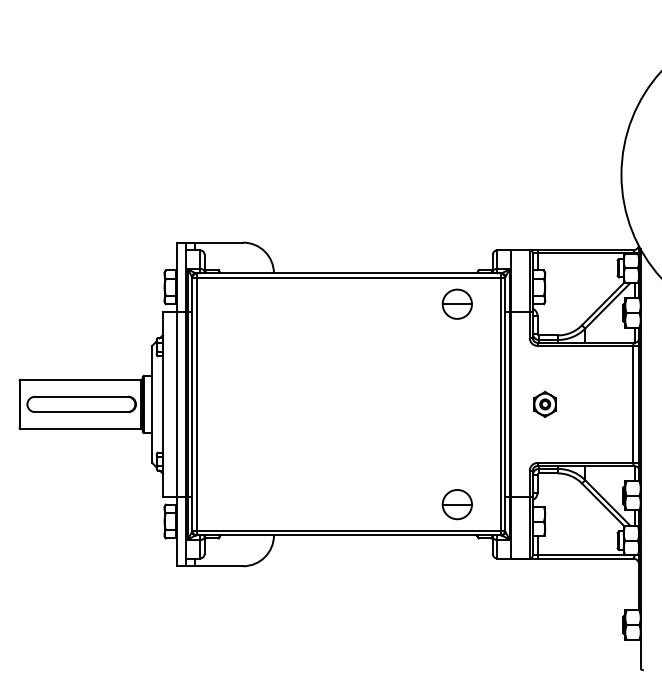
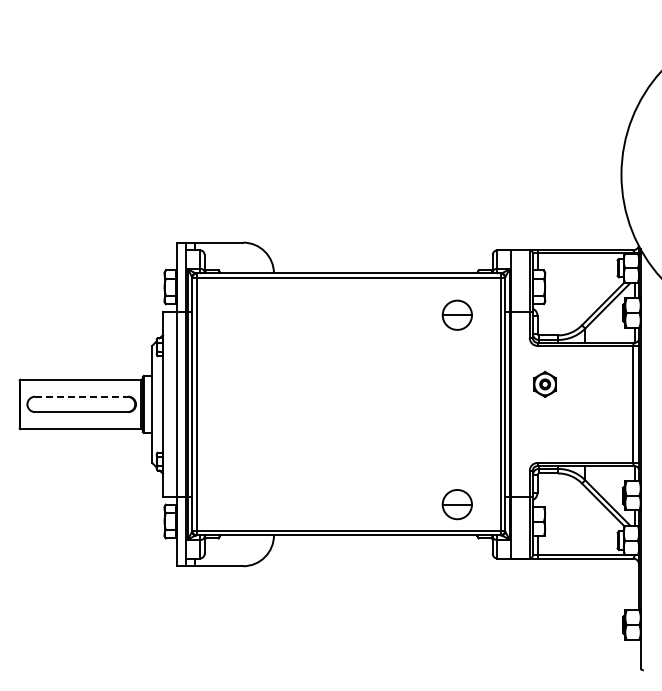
part at (456, 303) position: (456, 303) -> (456, 314)
line at (81, 396): solid -> dashed
part at (544, 403) position: (544, 403) -> (544, 383)
